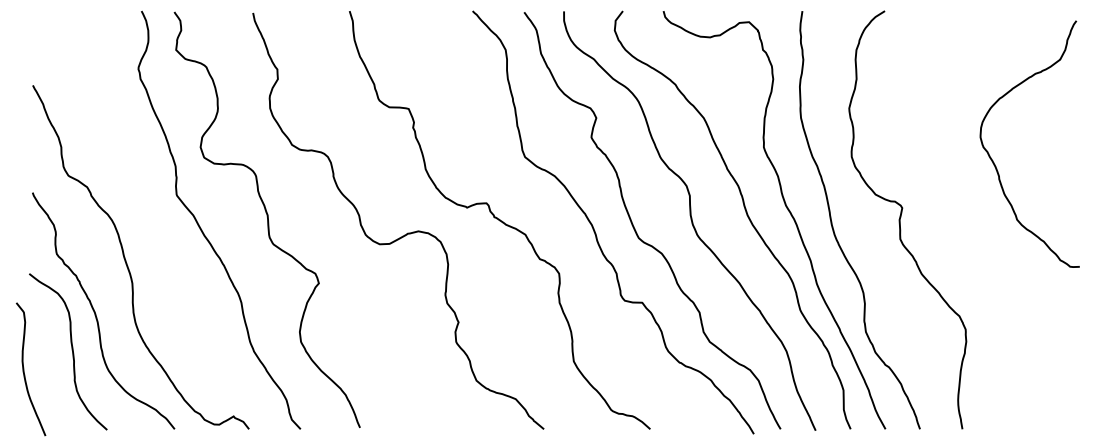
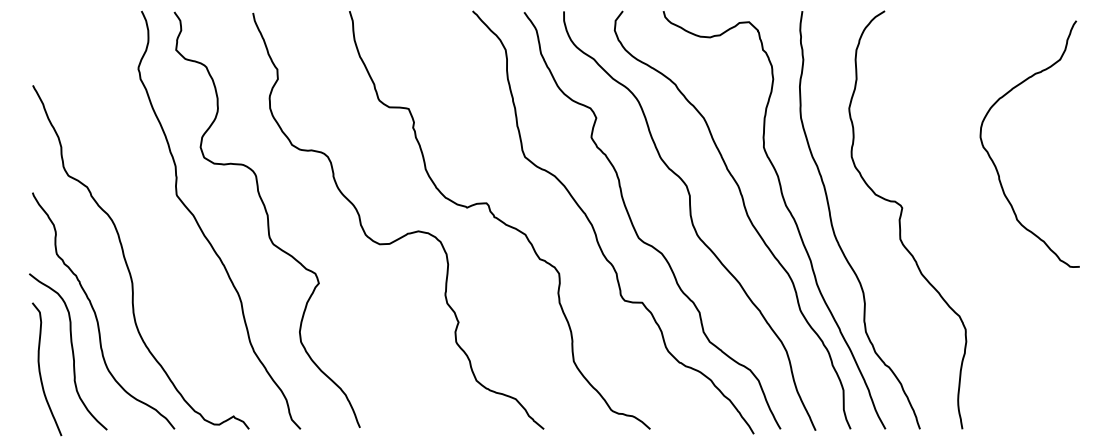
curve at (24, 369) position: (24, 369) -> (40, 369)
